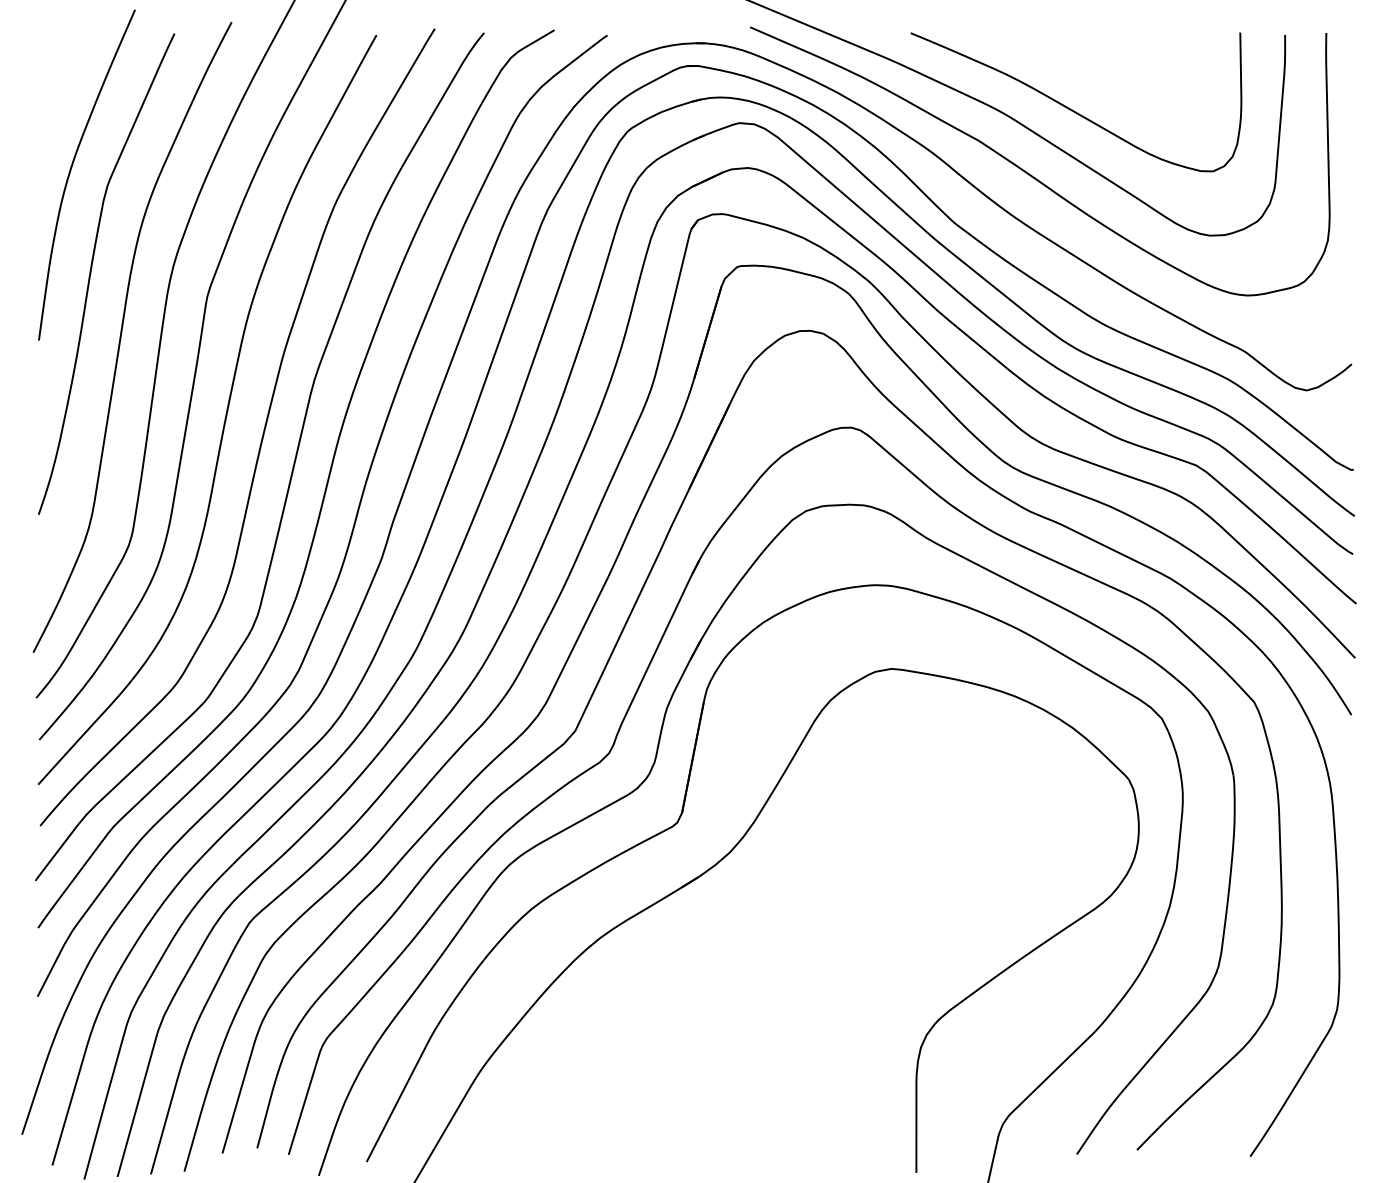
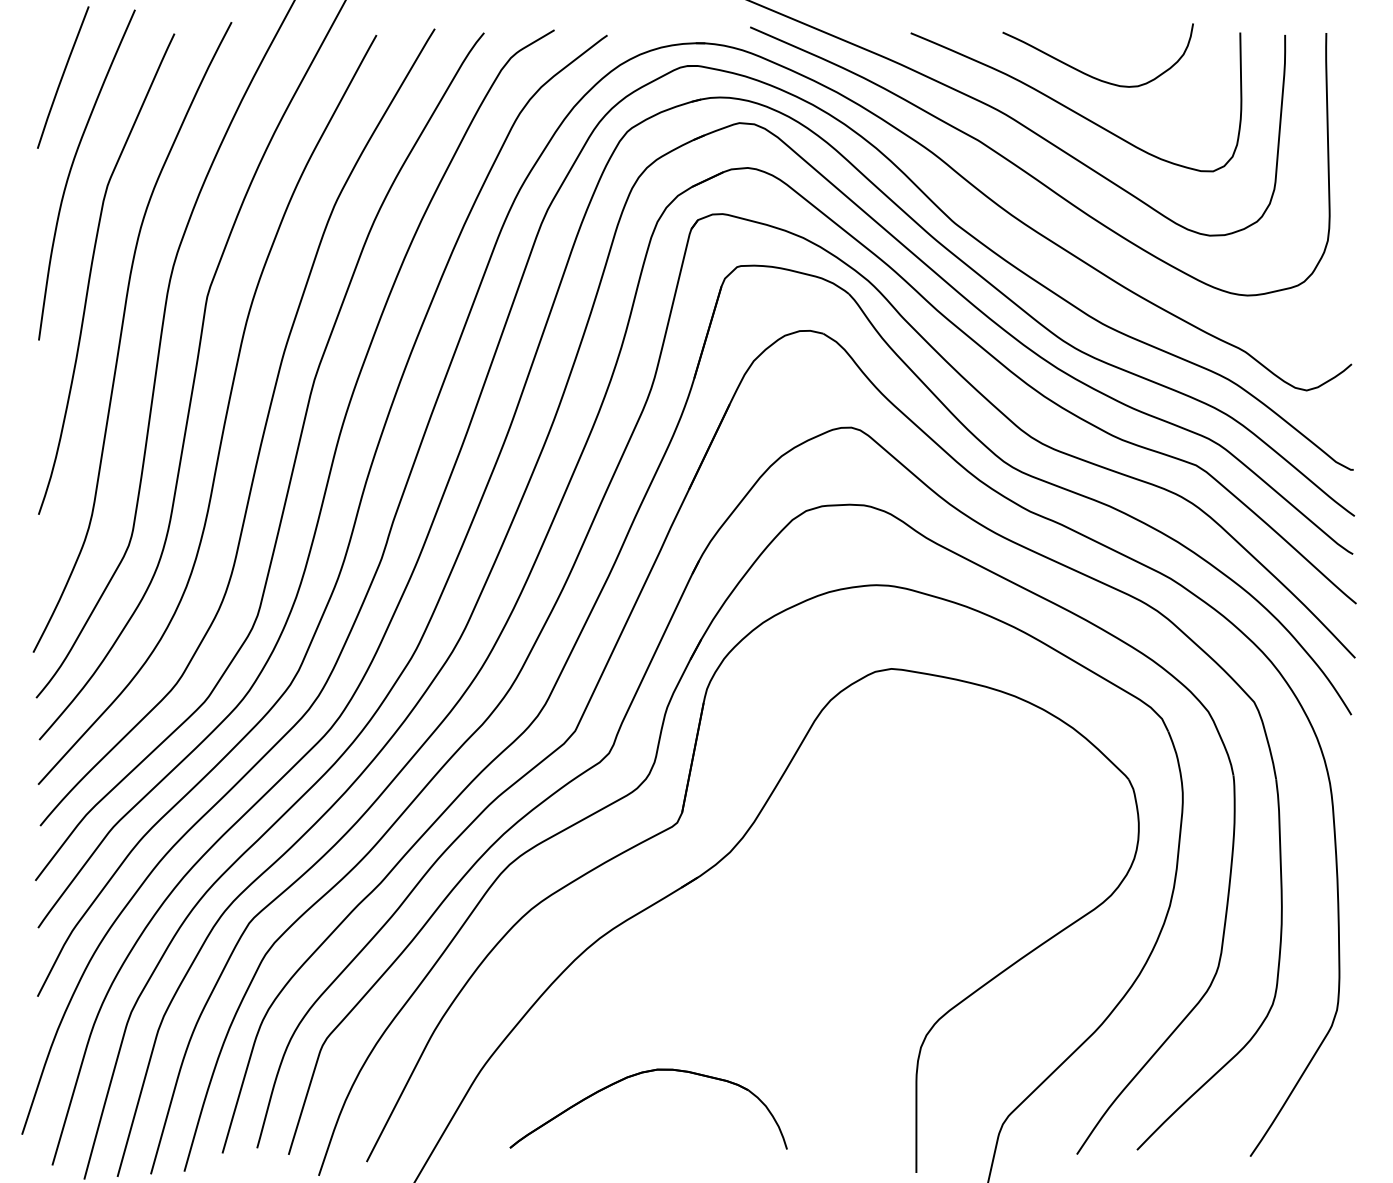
curve at (1089, 74): none -> present
line at (63, 77): none -> present
part at (637, 1075): none -> present
